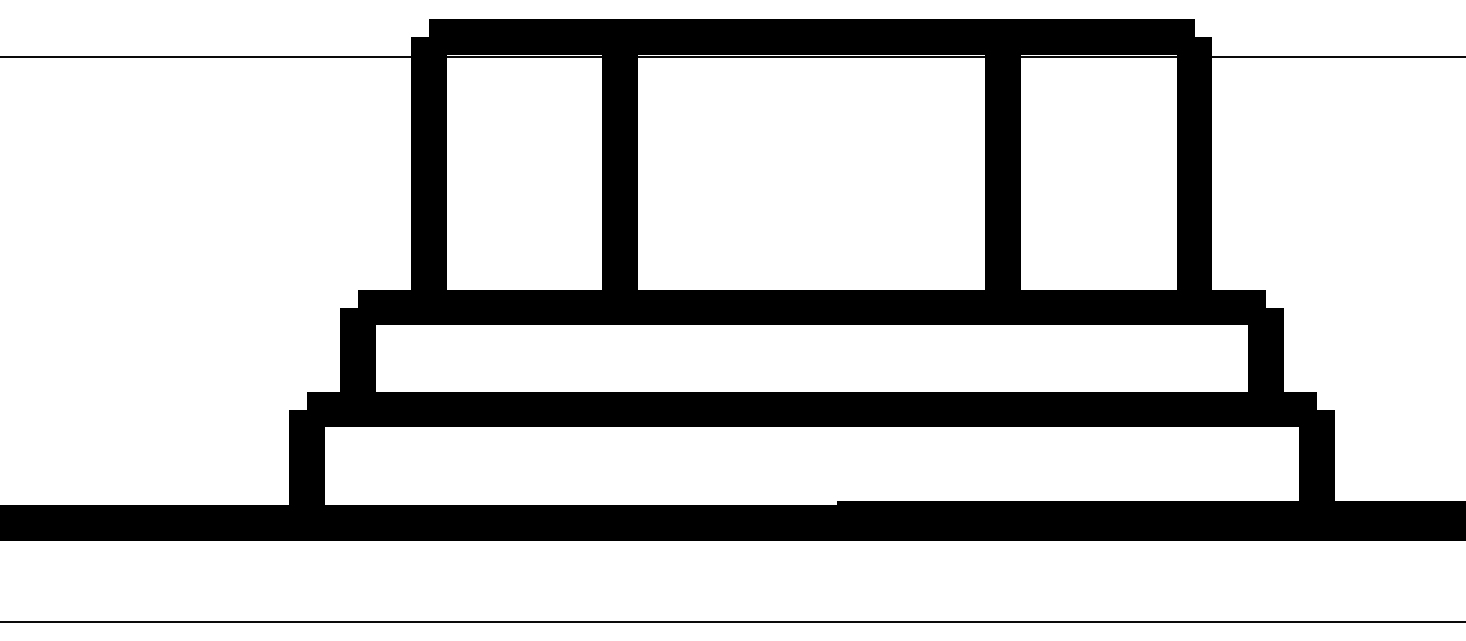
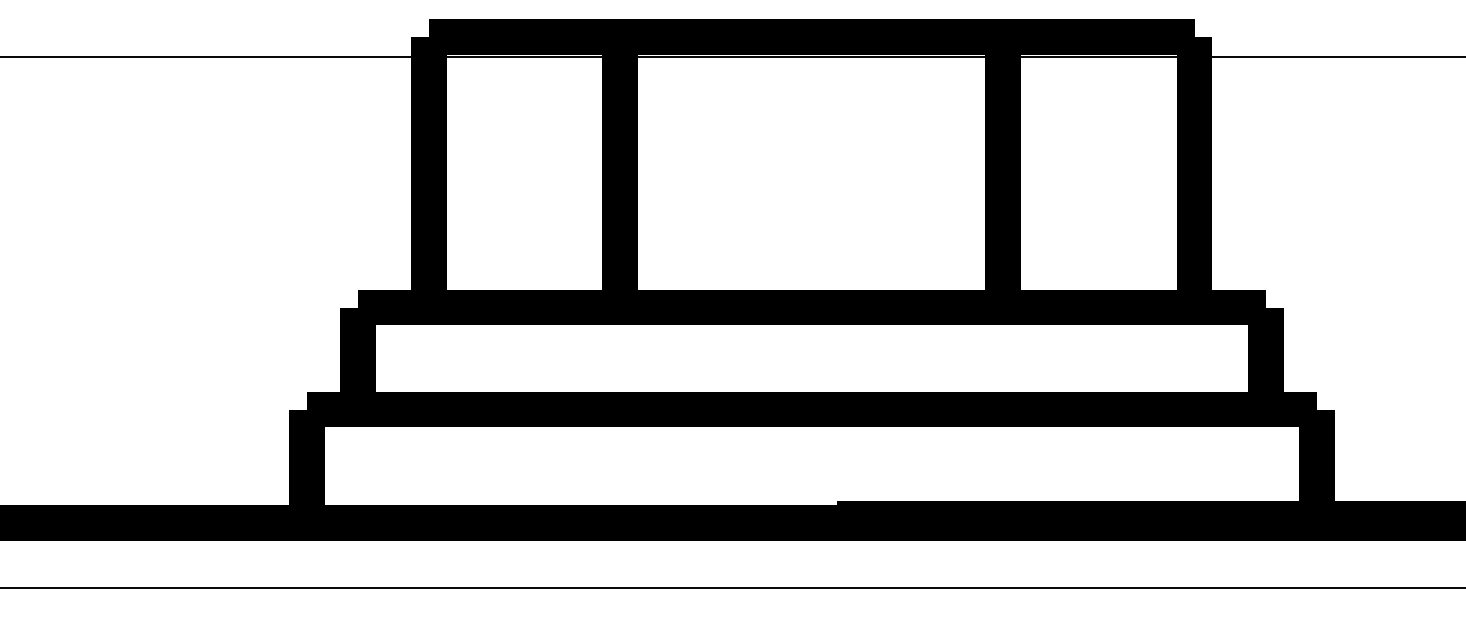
line at (732, 621) position: (732, 621) -> (732, 587)
